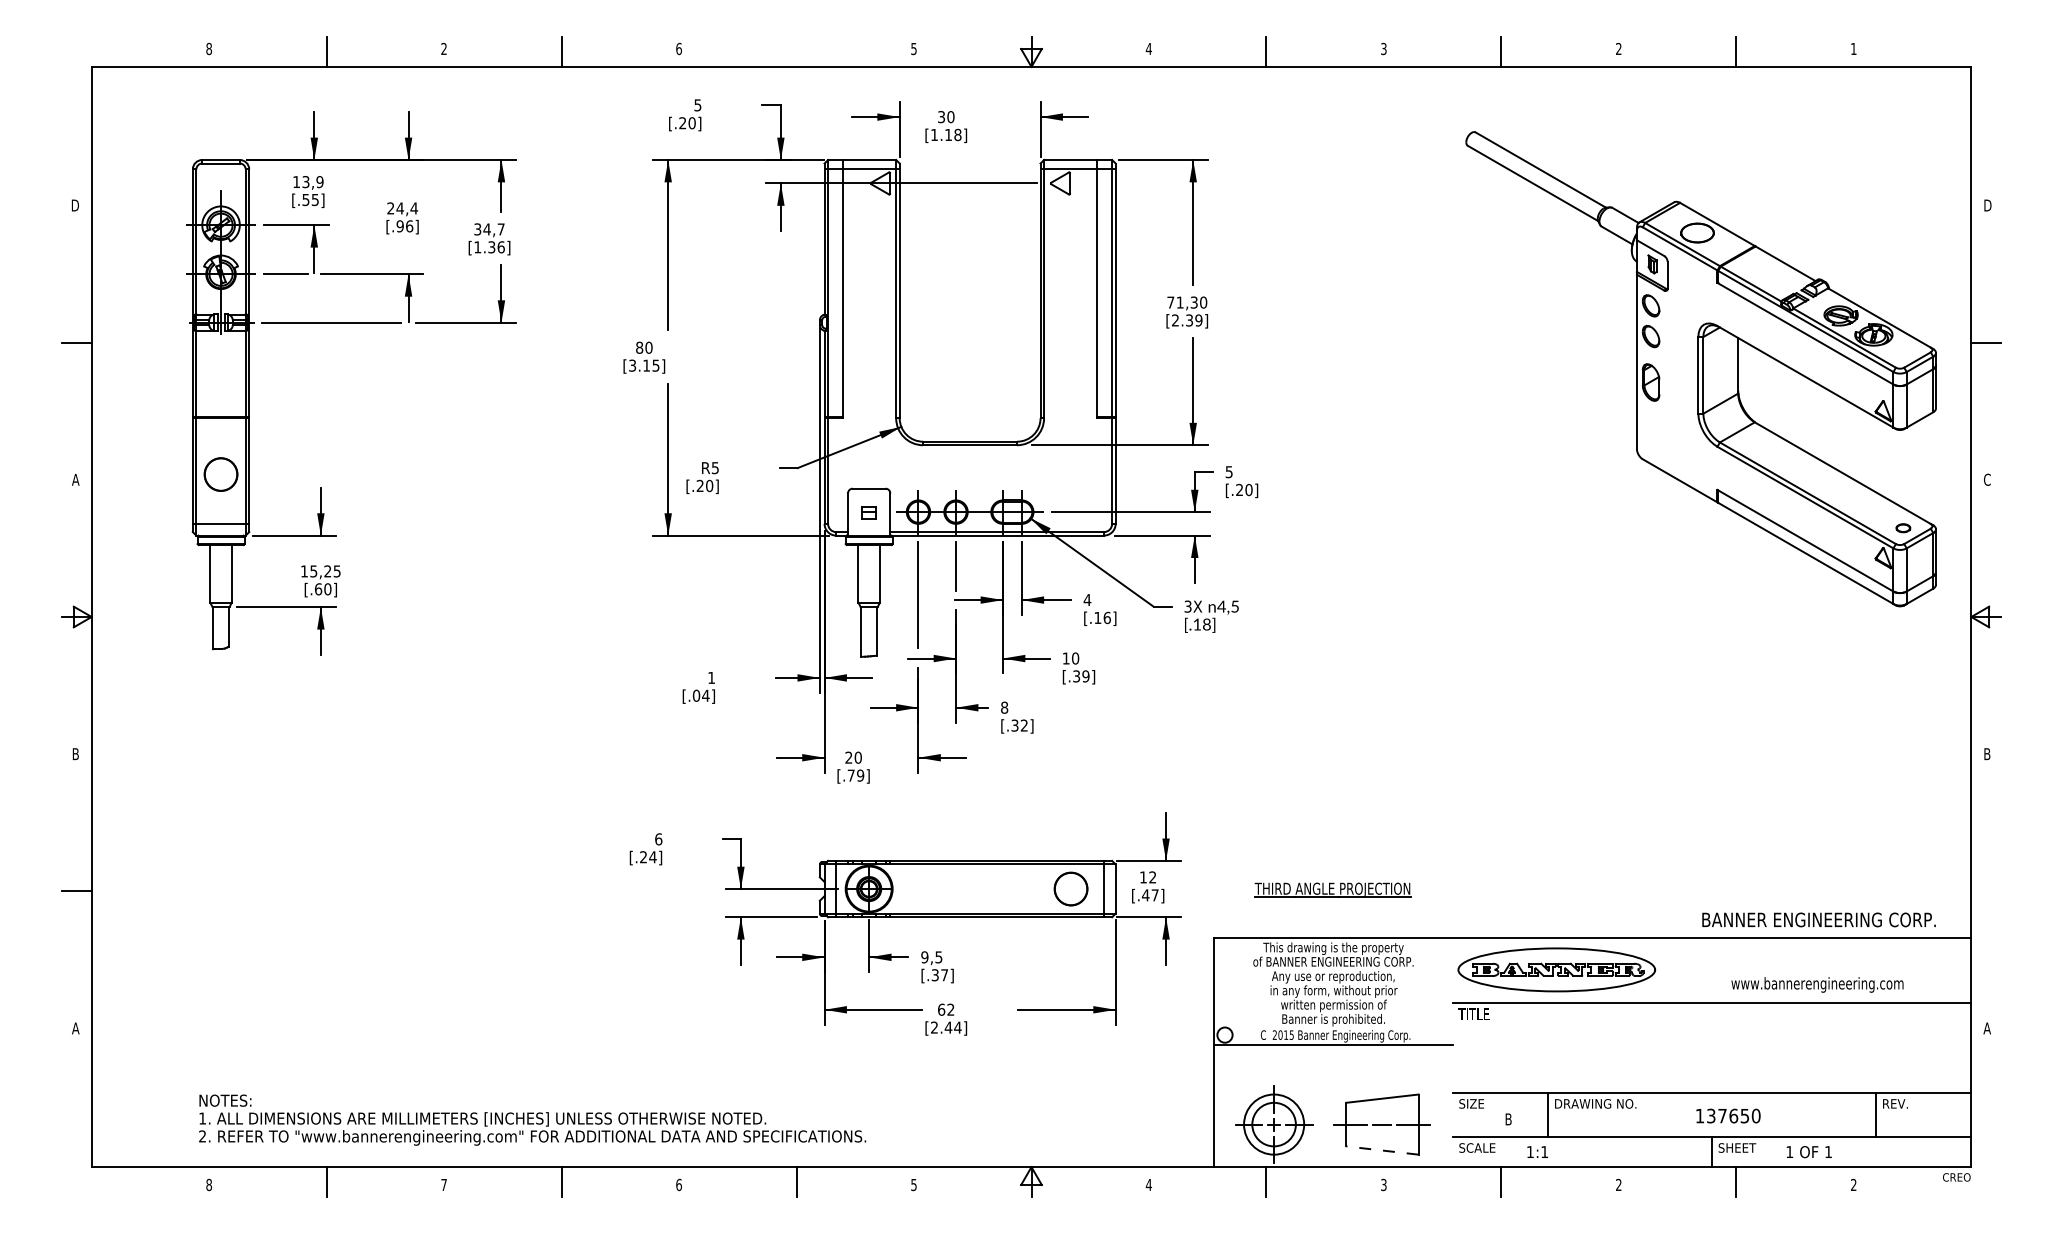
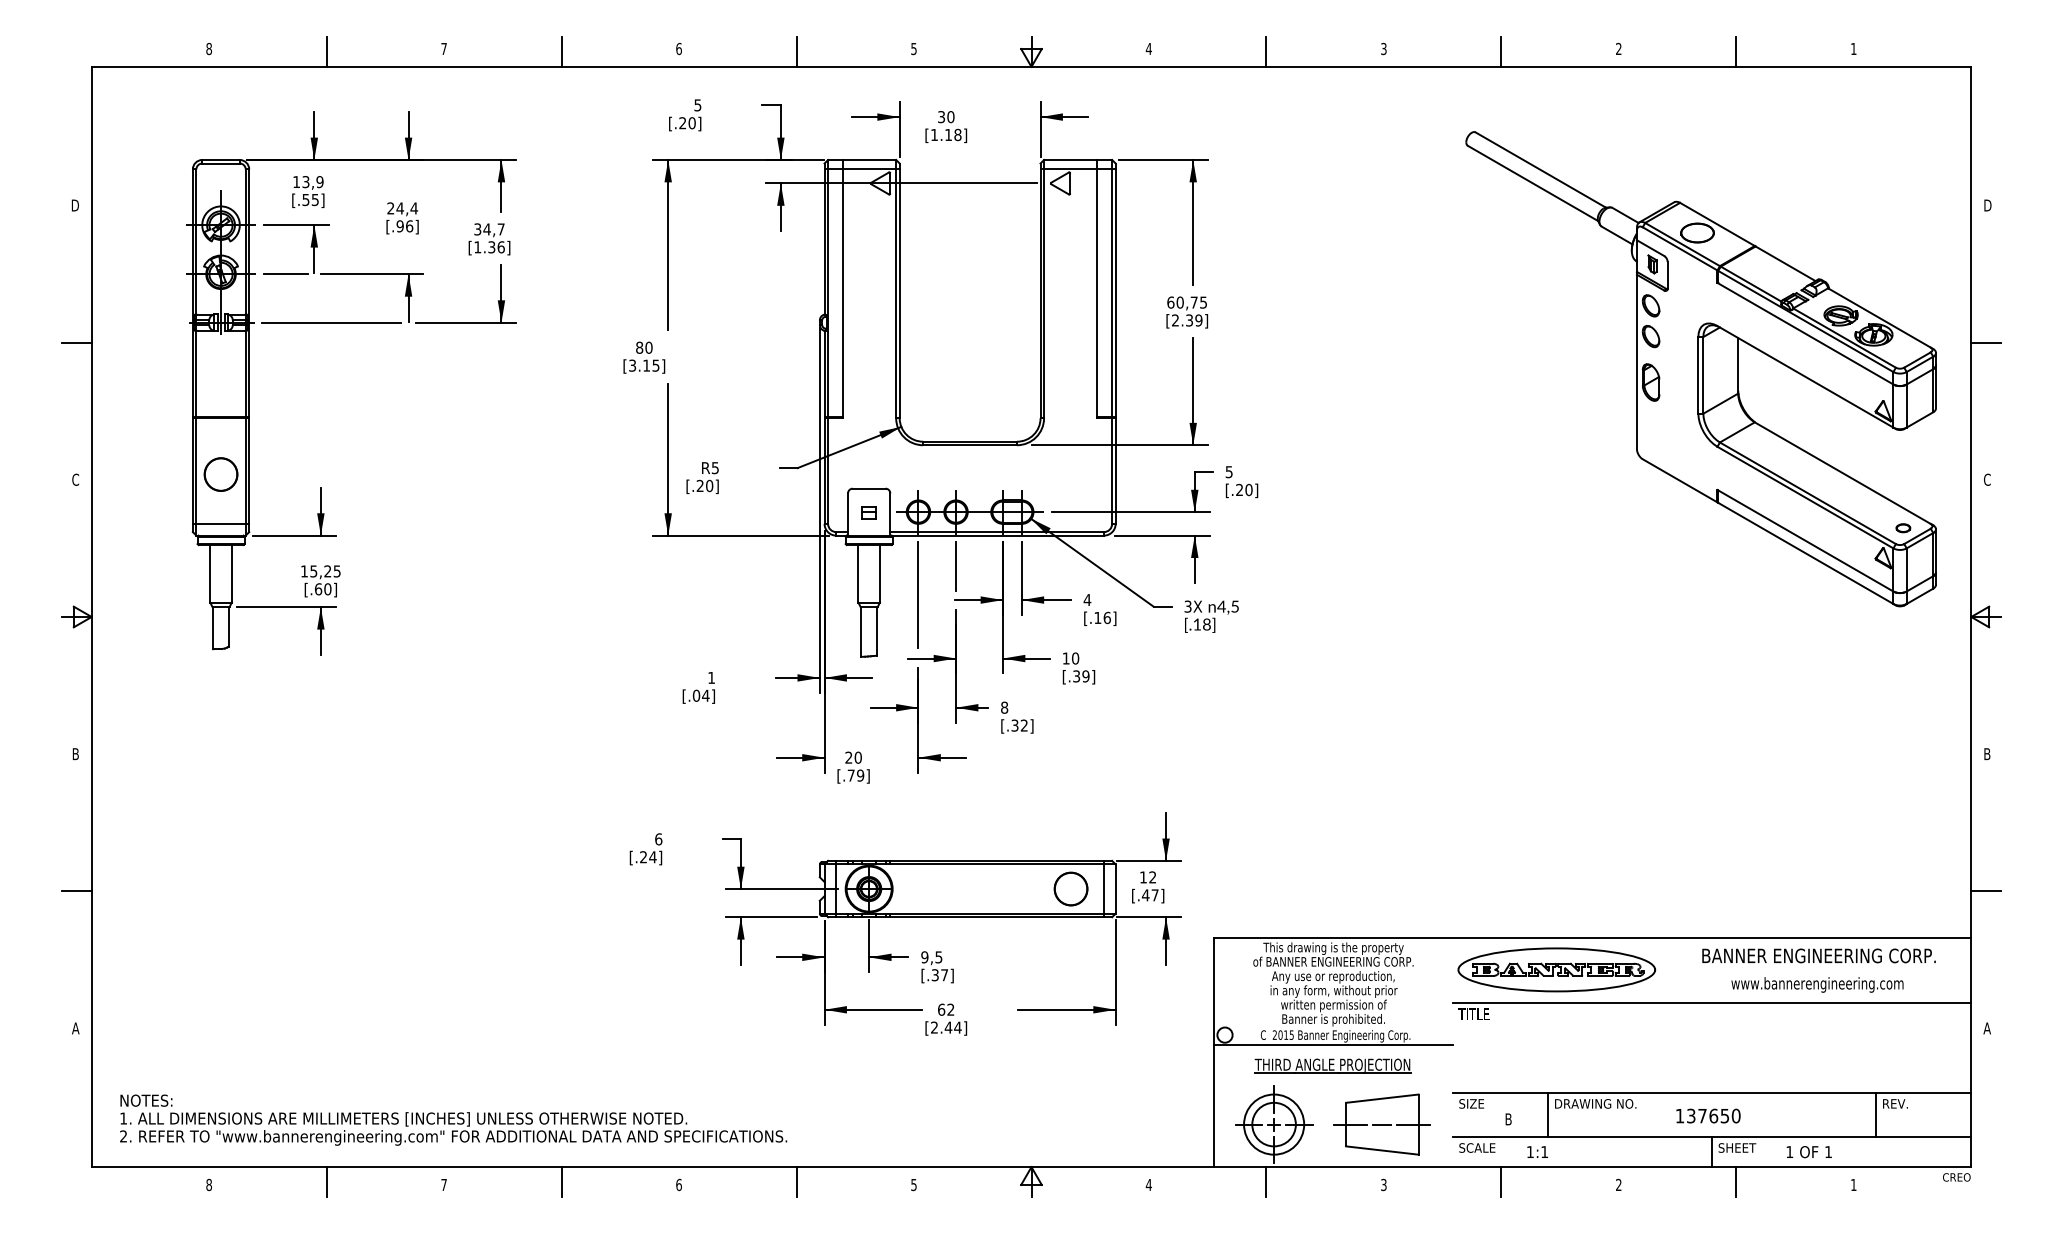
text at (443, 48): 2 -> 7
line at (796, 51): none -> present
text at (1187, 302): 71,30 -> 60,75
text at (75, 479): A -> C
part at (1332, 889) position: (1332, 889) -> (1332, 1065)
line at (1986, 891): none -> present
text at (1818, 919) position: (1818, 919) -> (1818, 955)
text at (1728, 1115) position: (1728, 1115) -> (1708, 1115)
text at (532, 1119) position: (532, 1119) -> (453, 1119)
line at (1381, 1150): dashed -> solid
text at (1853, 1184): 2 -> 1
